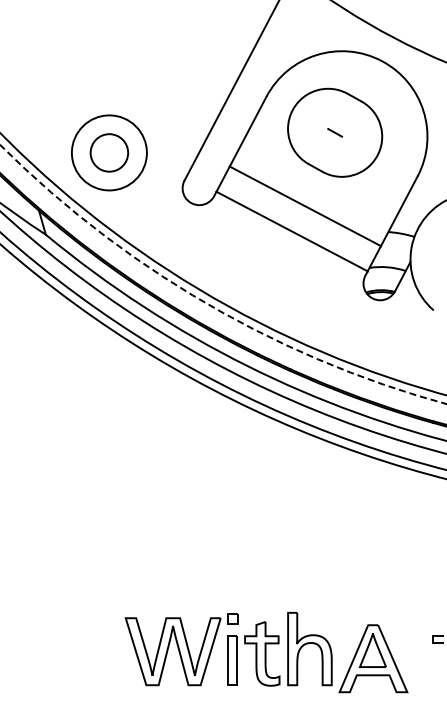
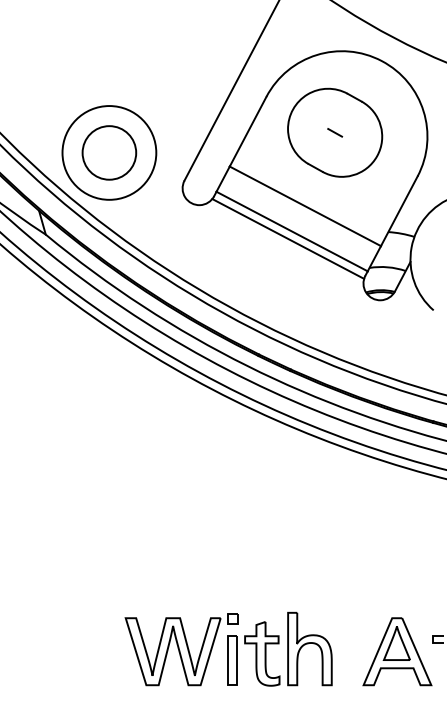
circle at (108, 152) diameter: 75 px -> 94 px
circle at (109, 152) diameter: 38 px -> 54 px
line at (288, 238): none -> present
arc at (207, 304): dashed -> solid
part at (373, 658) position: (373, 658) -> (397, 651)
